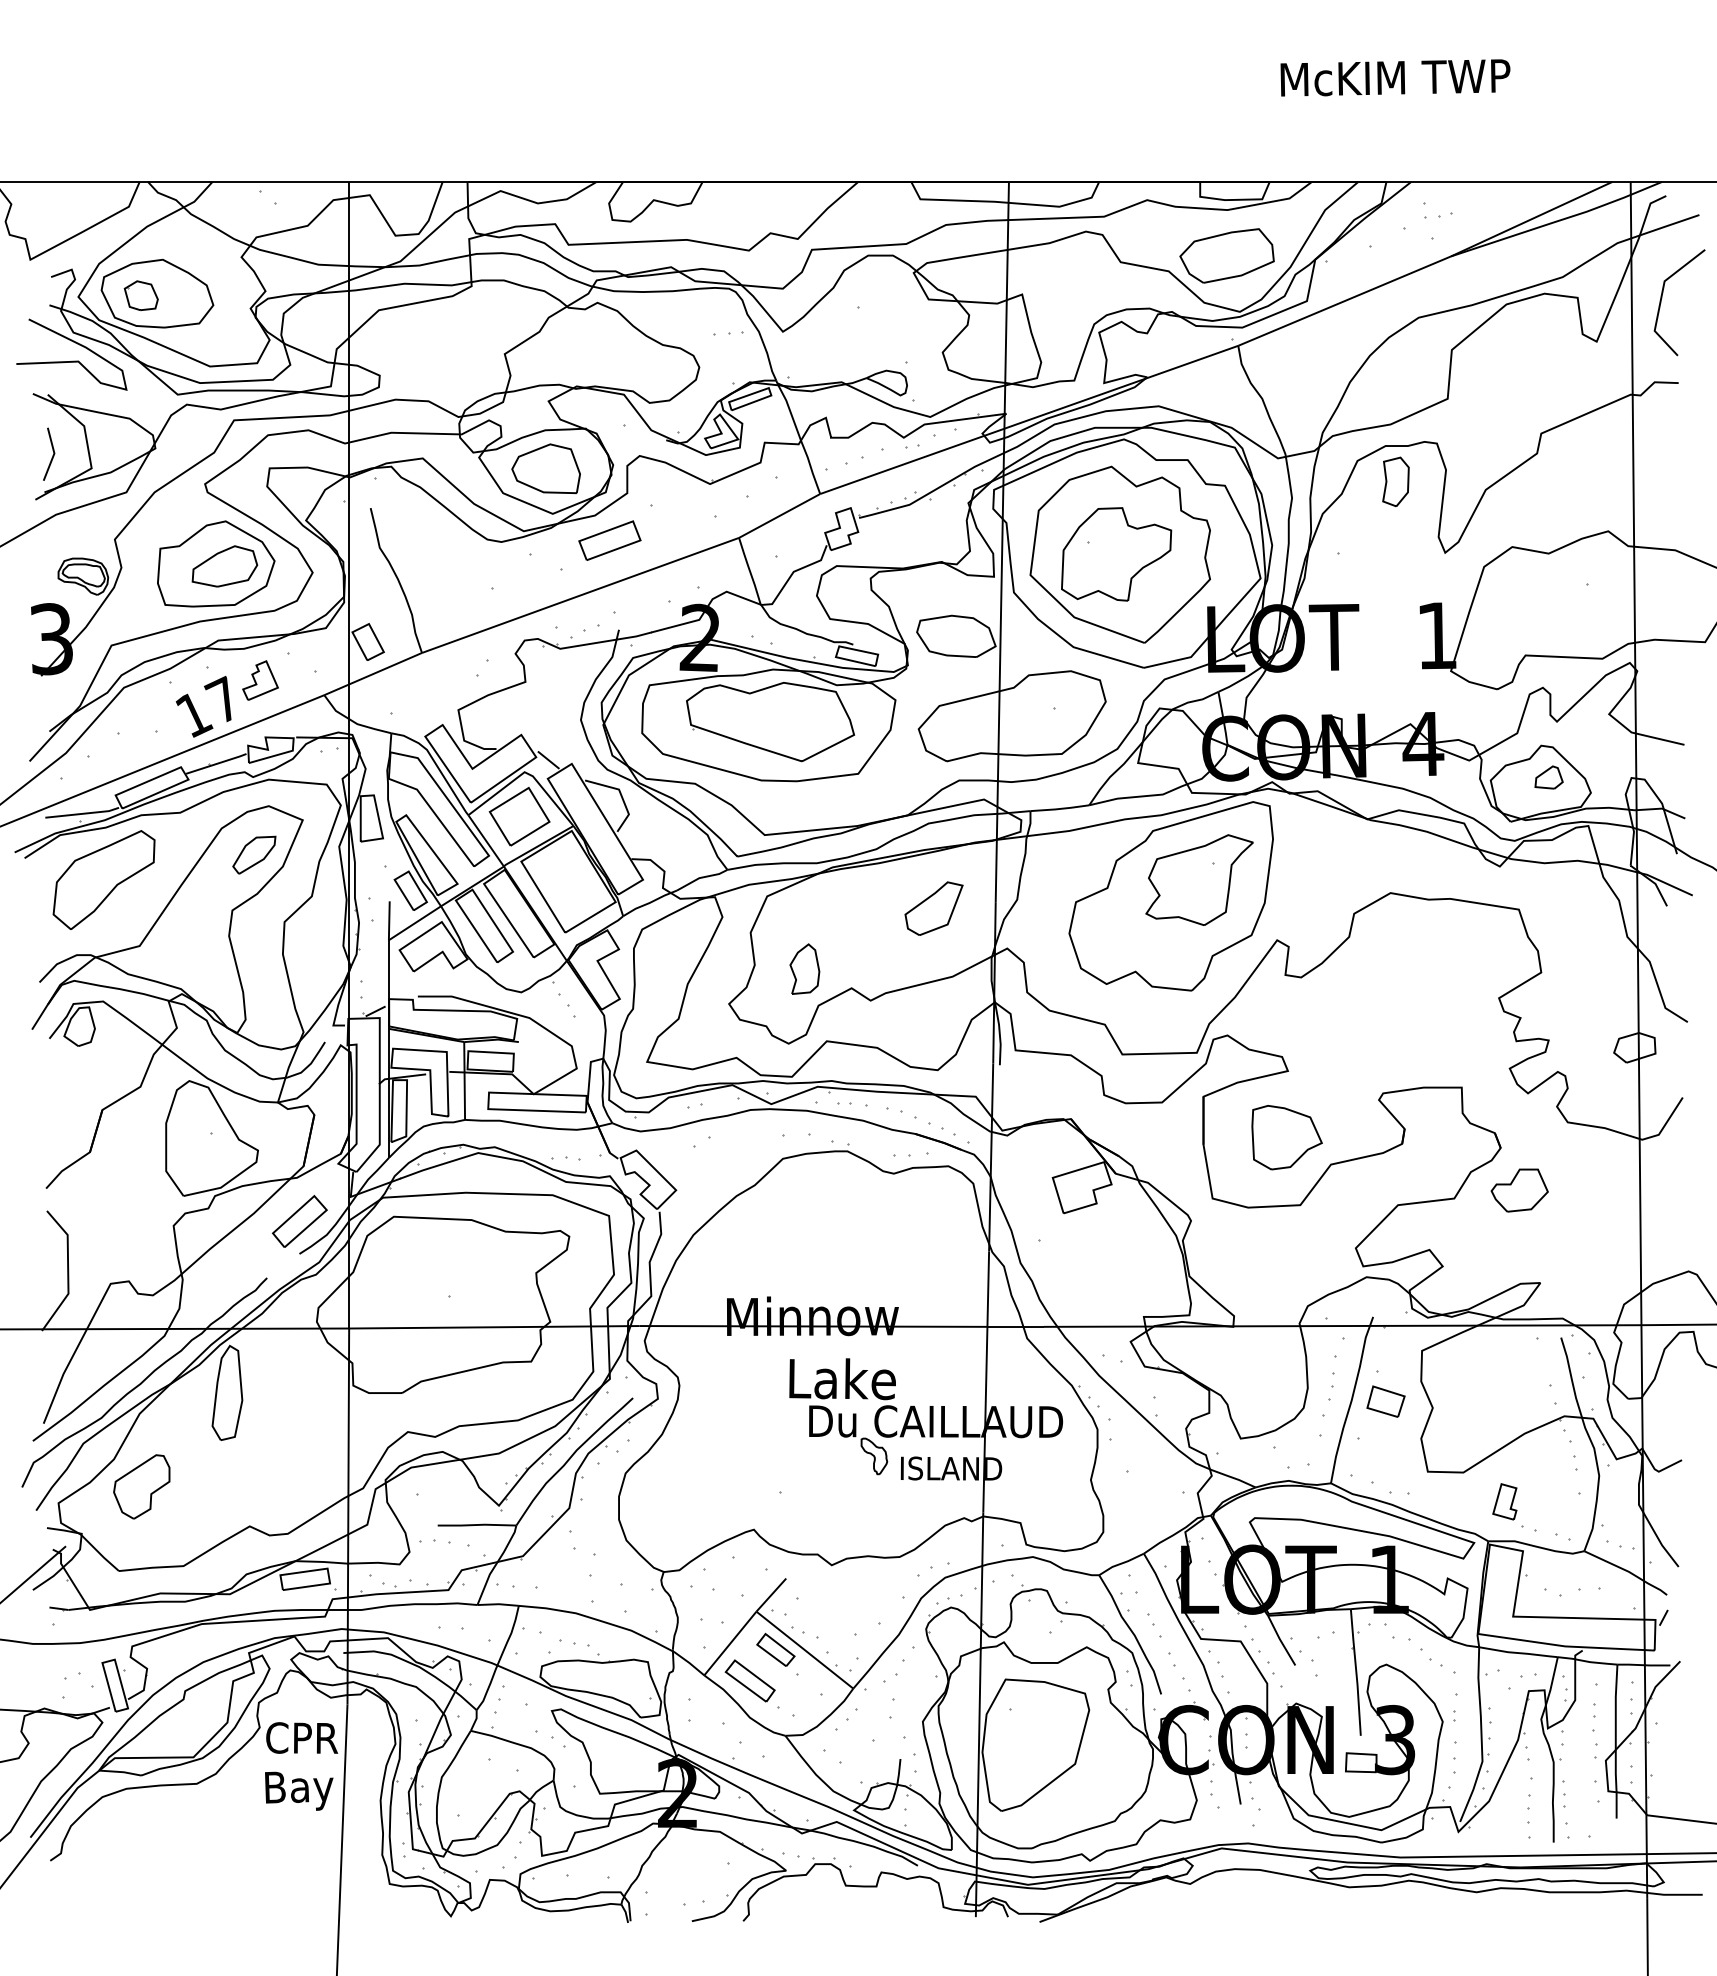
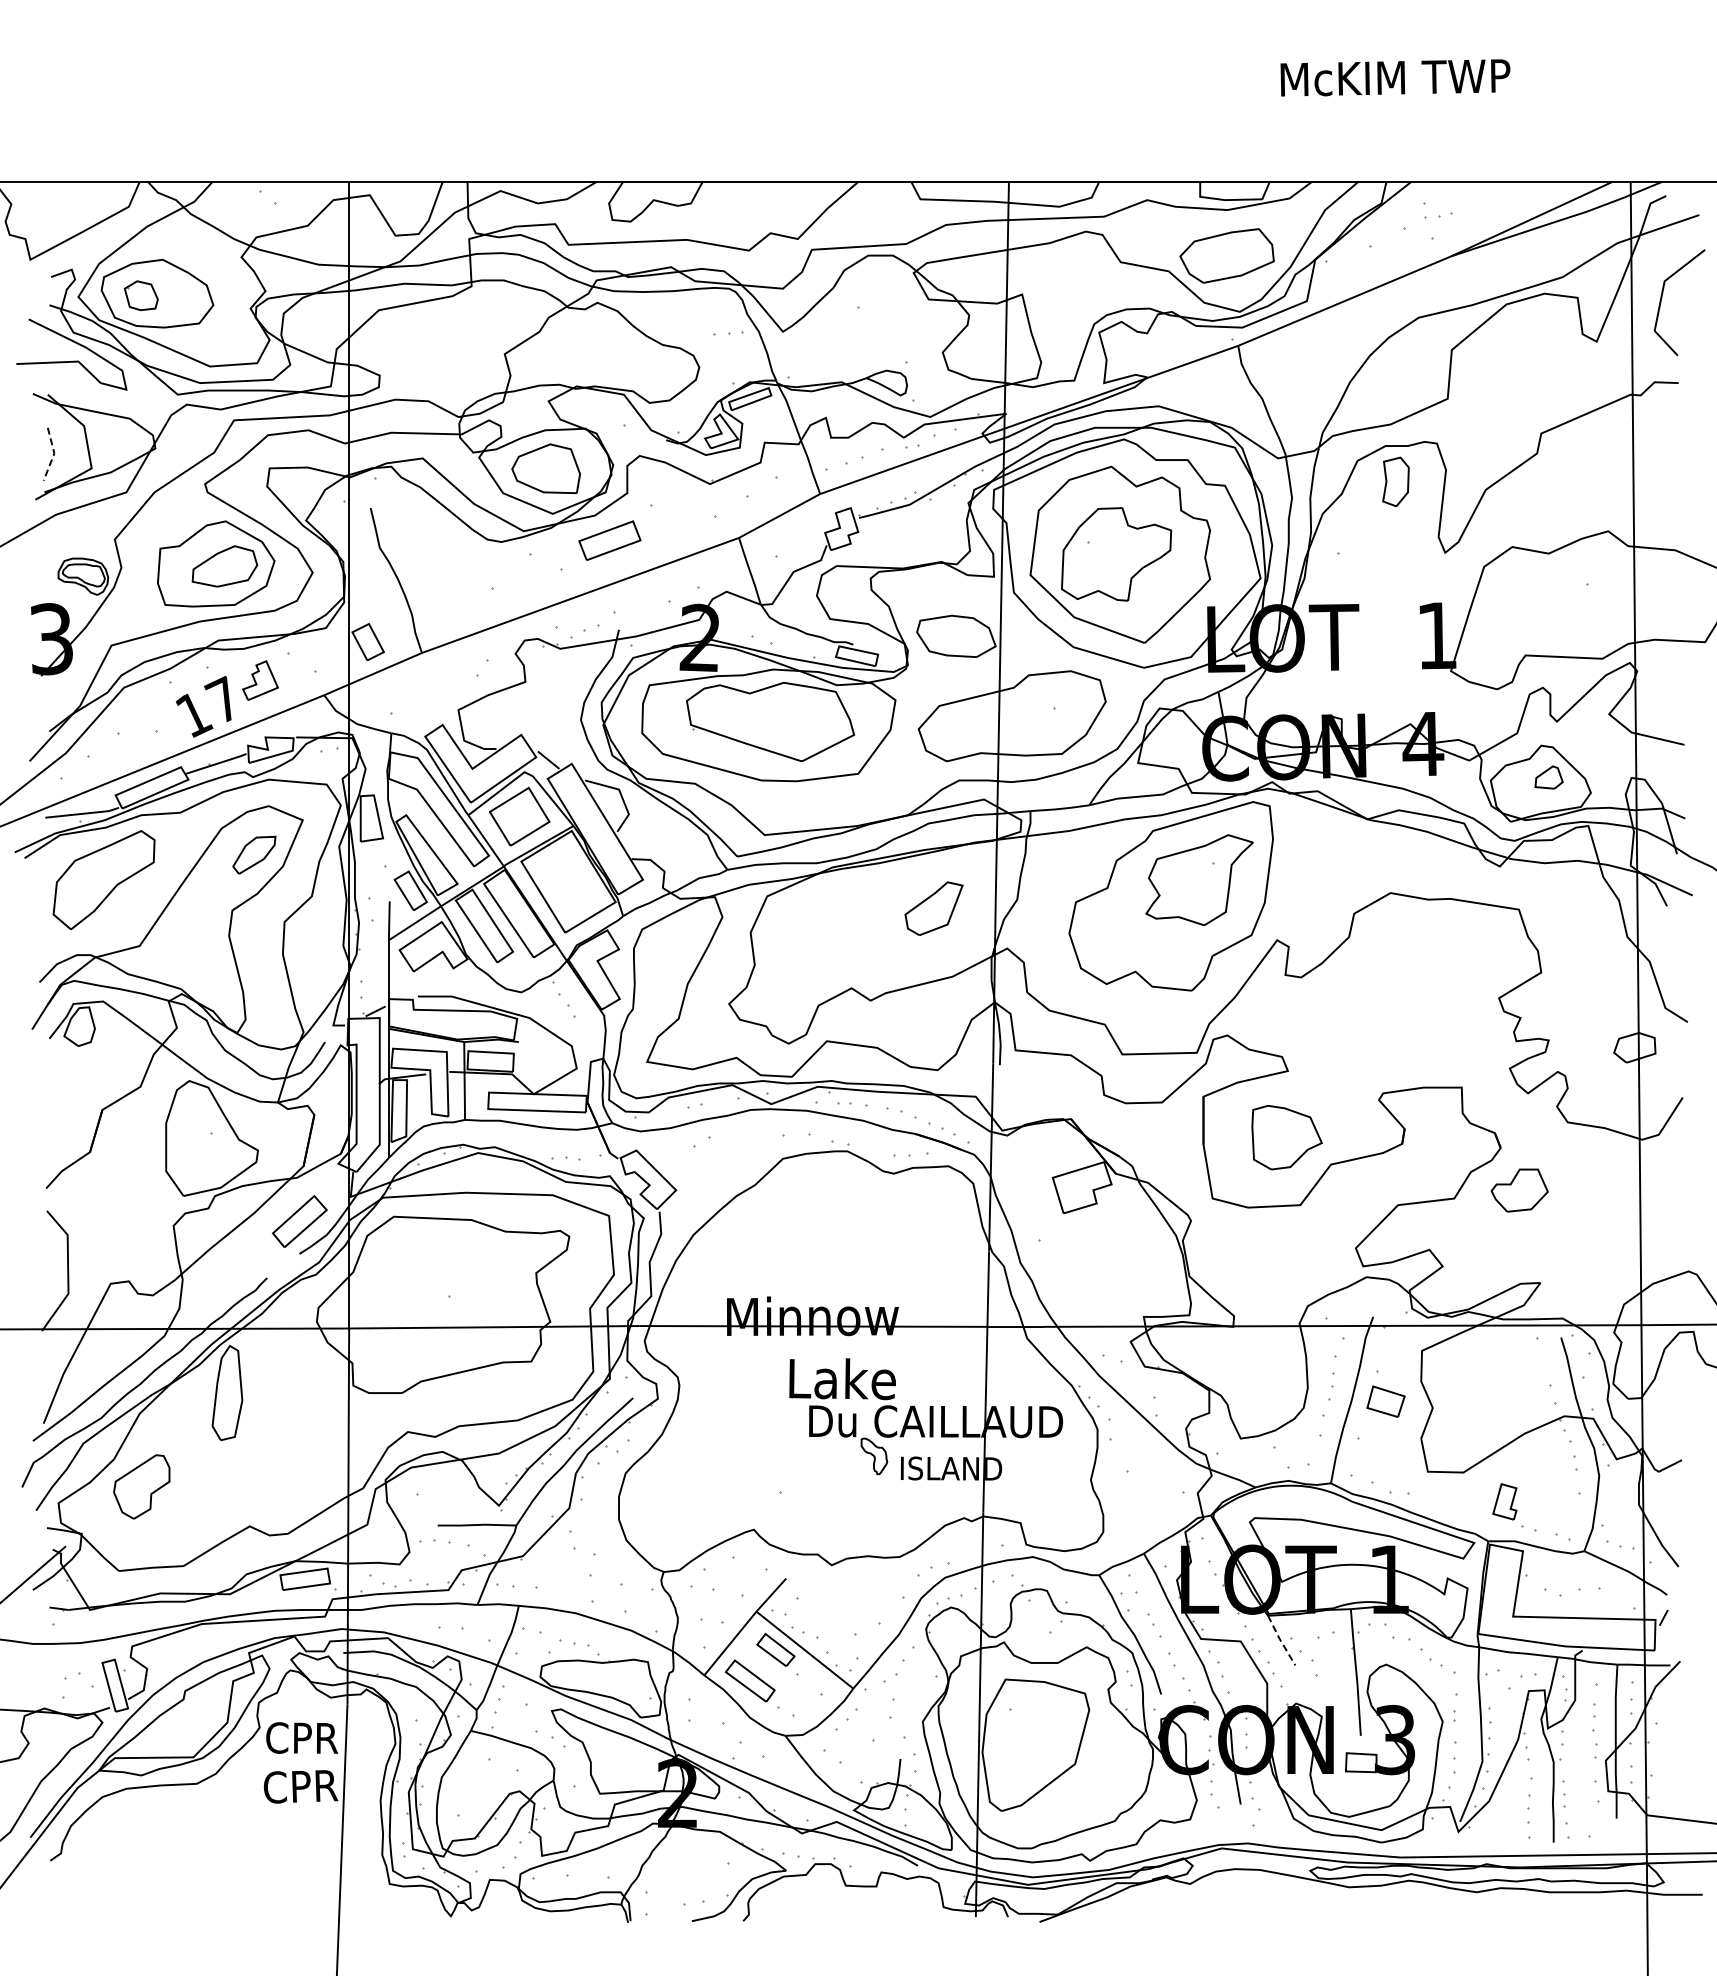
line at (54, 454): solid -> dashed
part at (804, 968): present -> none
line at (1280, 1640): solid -> dashed
text at (300, 1790): Bay -> CPR
